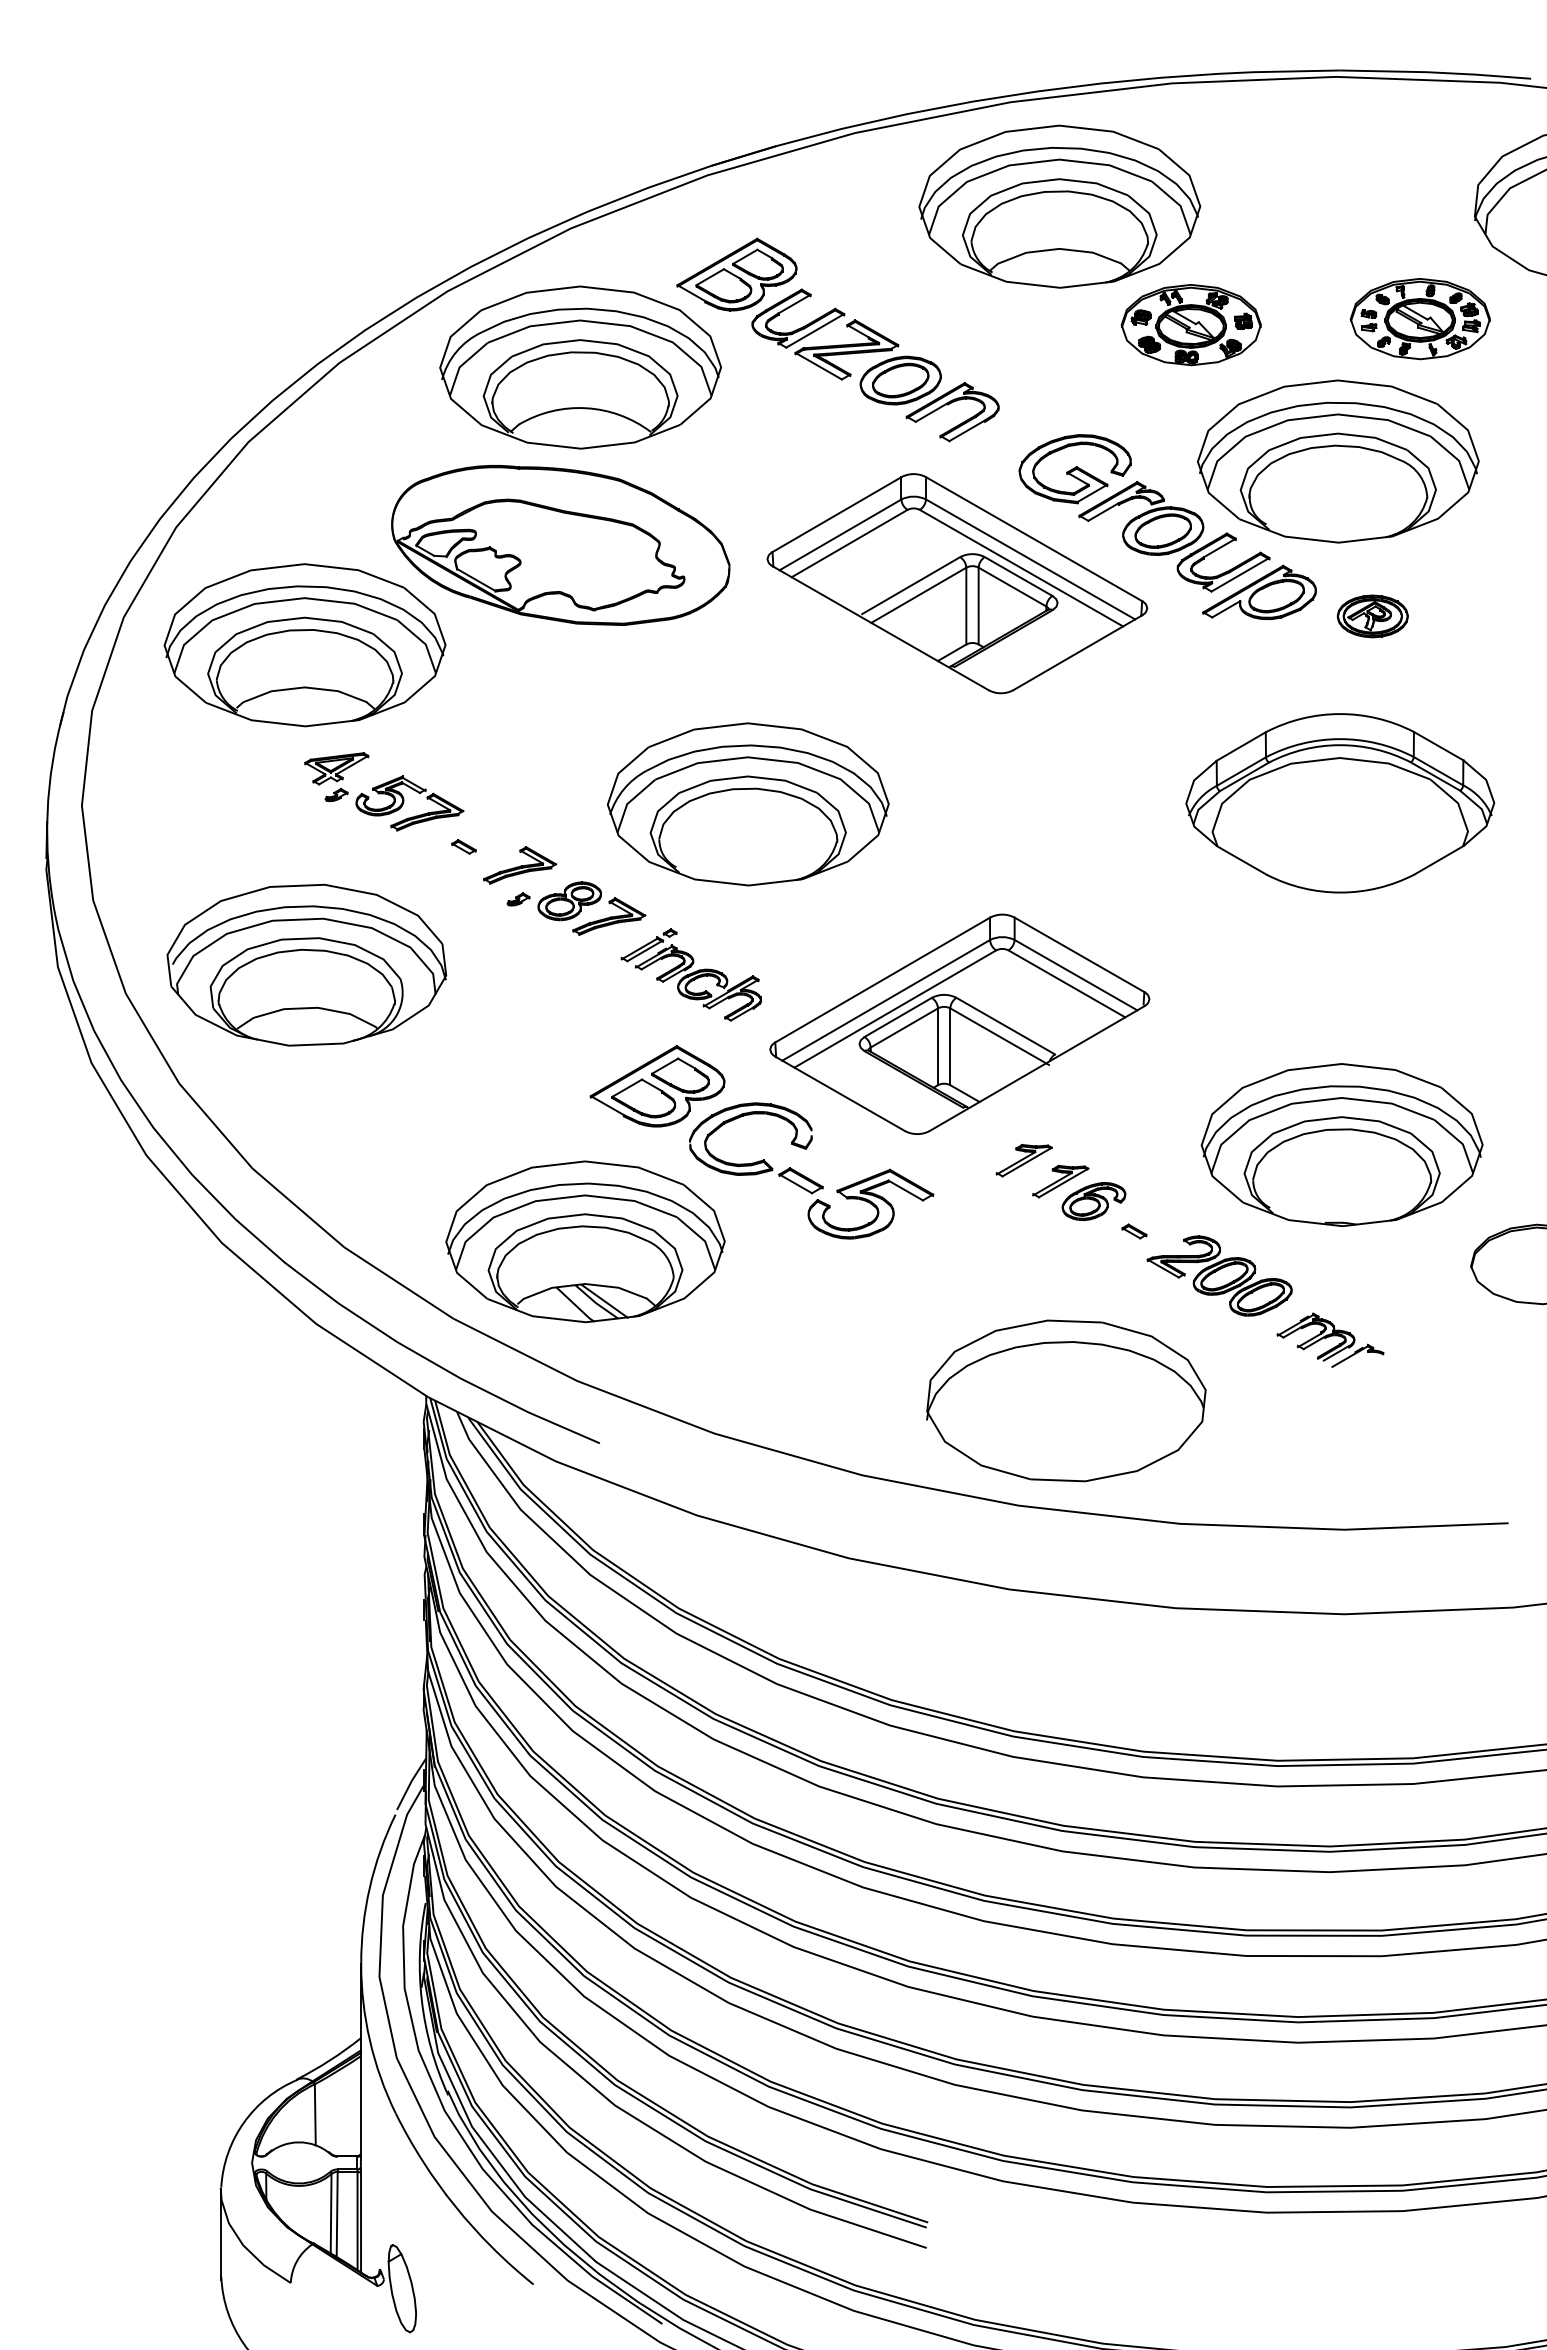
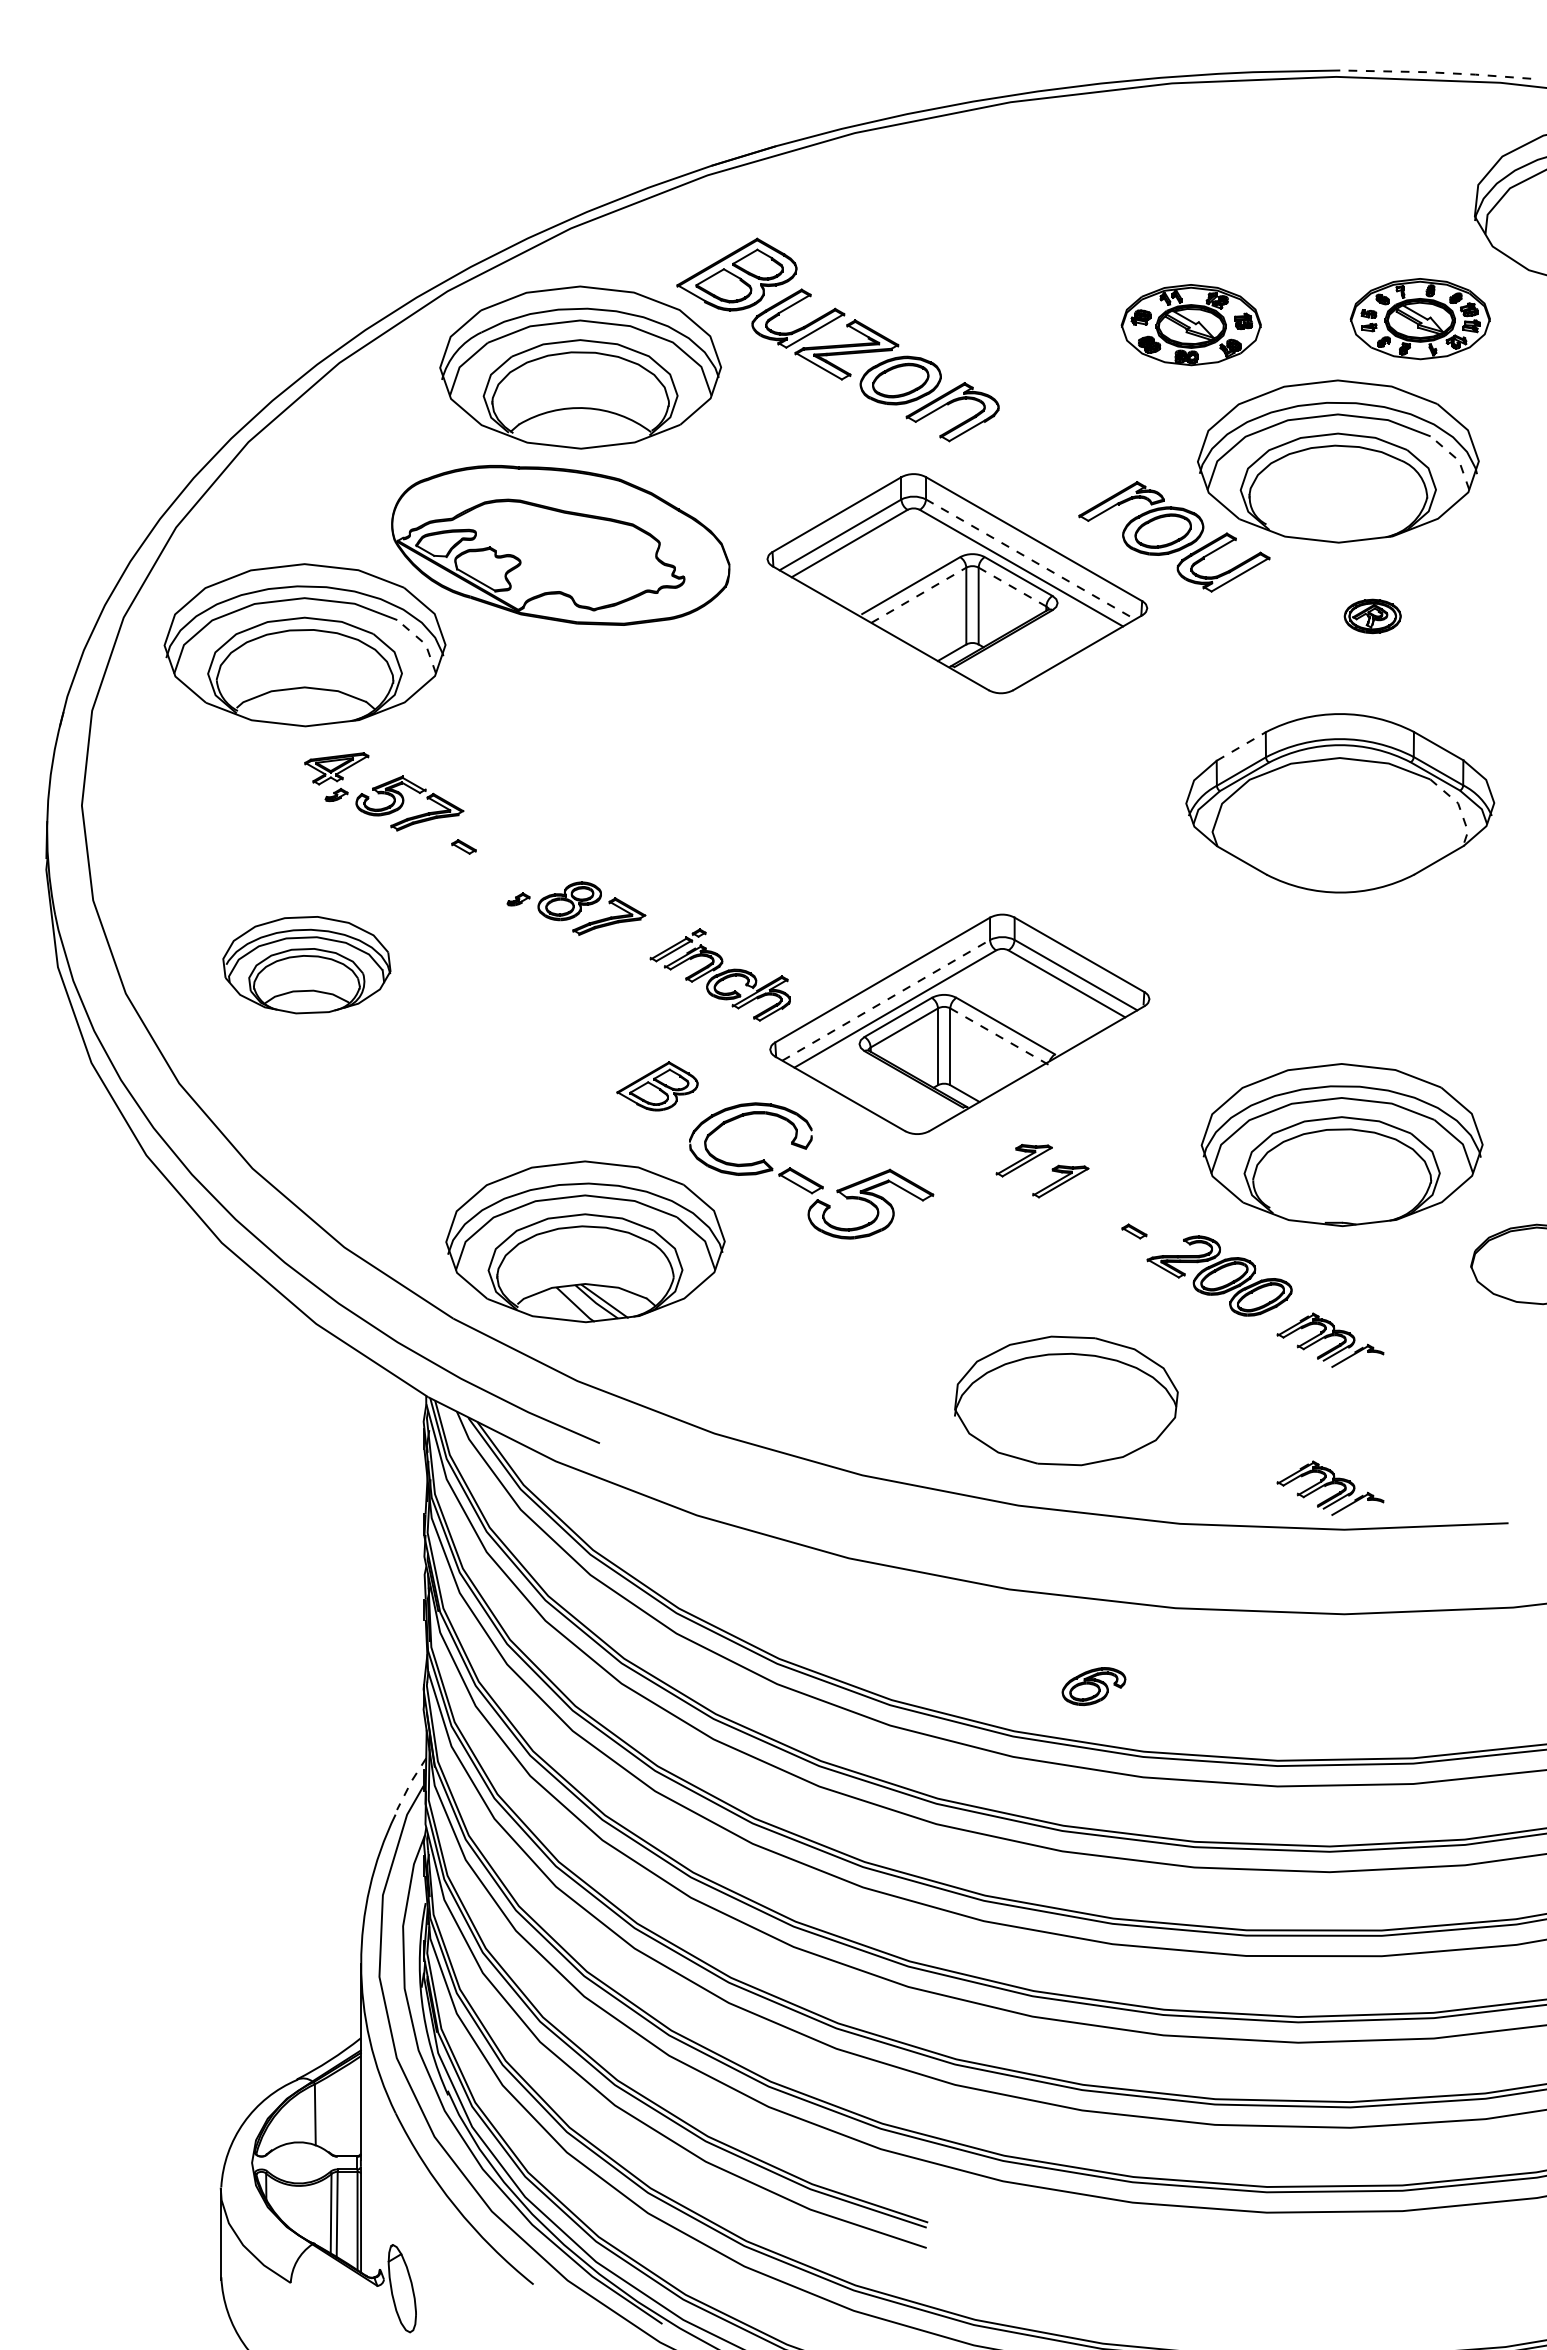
line at (1436, 72): solid -> dashed
part at (1059, 206): present -> none
line at (1456, 458): solid -> dashed
part at (1074, 469): present -> none
line at (1030, 559): solid -> dashed
line at (1012, 587): solid -> dashed
part at (1259, 591): present -> none
line at (918, 595): solid -> dashed
part at (1372, 616) size: 73x45 px -> 59x37 px
line at (423, 642): solid -> dashed
line at (1241, 746): solid -> dashed
part at (747, 804): present -> none
line at (1459, 808): solid -> dashed
part at (520, 865): present -> none
part at (306, 964) size: 282x164 px -> 170x99 px
part at (690, 974) position: (690, 974) -> (719, 974)
line at (886, 1000): solid -> dashed
line at (999, 1036): solid -> dashed
part at (657, 1086) size: 137x83 px -> 83x51 px
part at (1093, 1201) position: (1093, 1201) -> (1093, 1686)
part at (1066, 1400) size: 281x164 px -> 225x132 px
part at (1330, 1487): none -> present
line at (410, 1783): solid -> dashed
